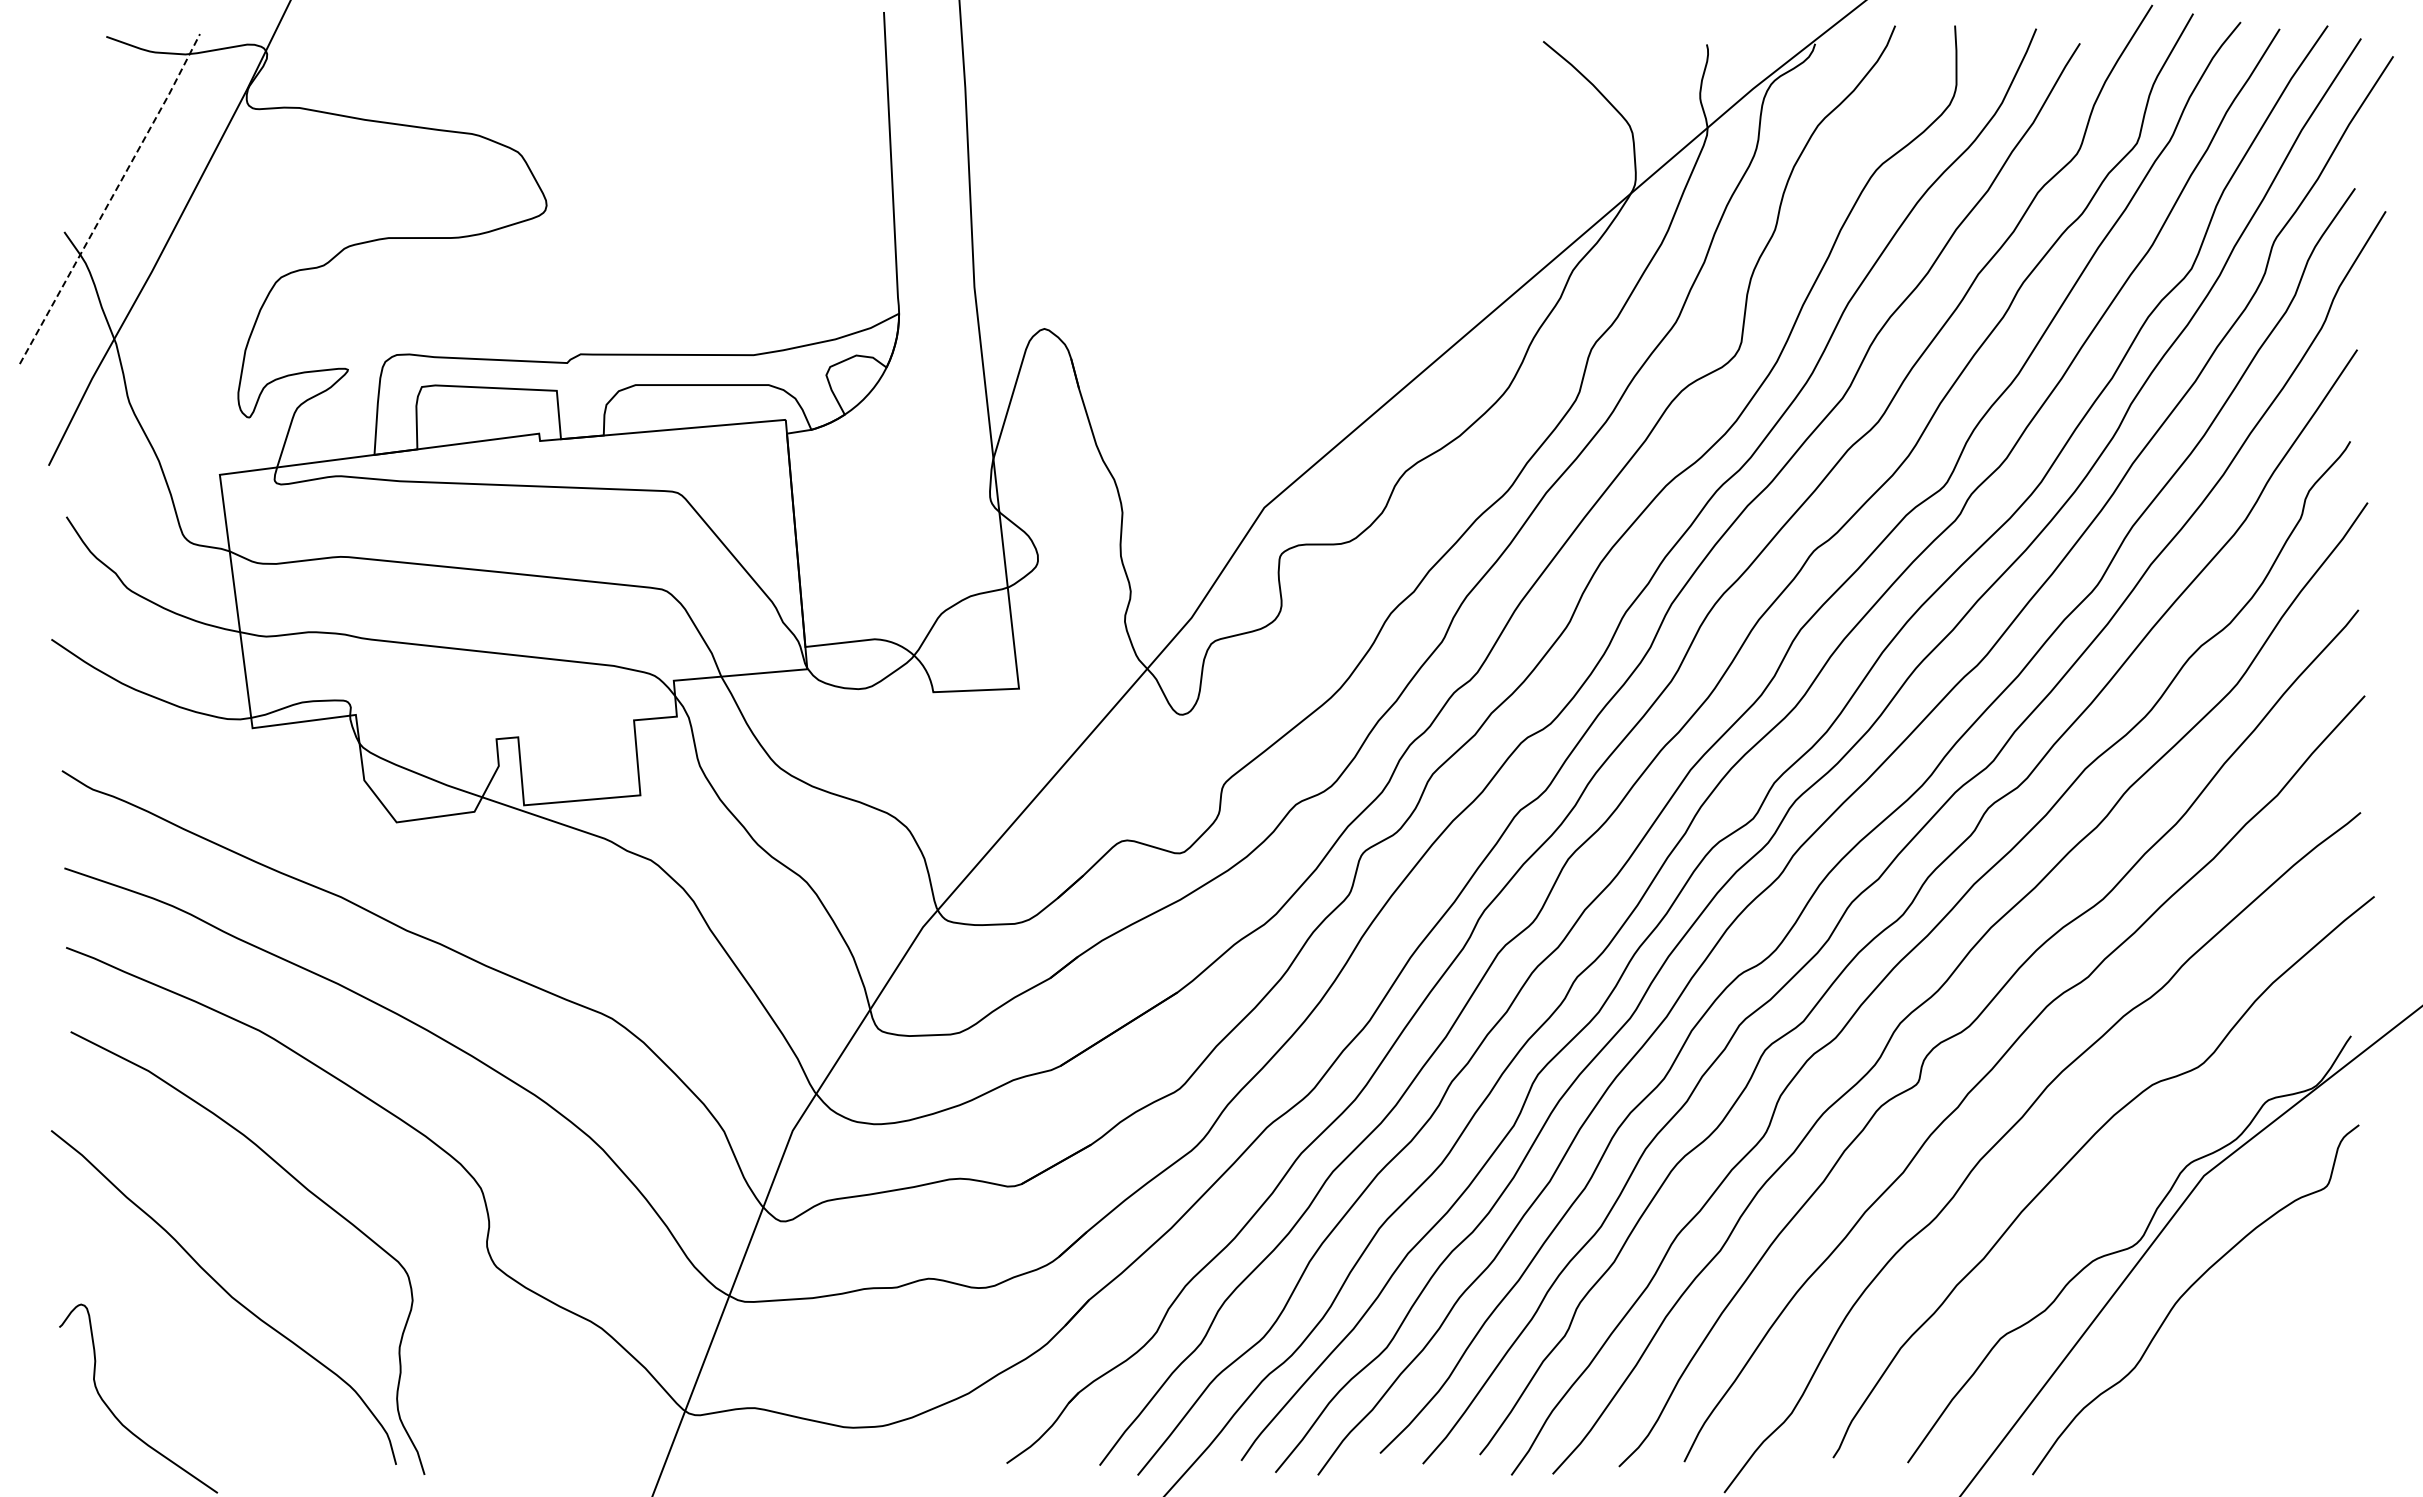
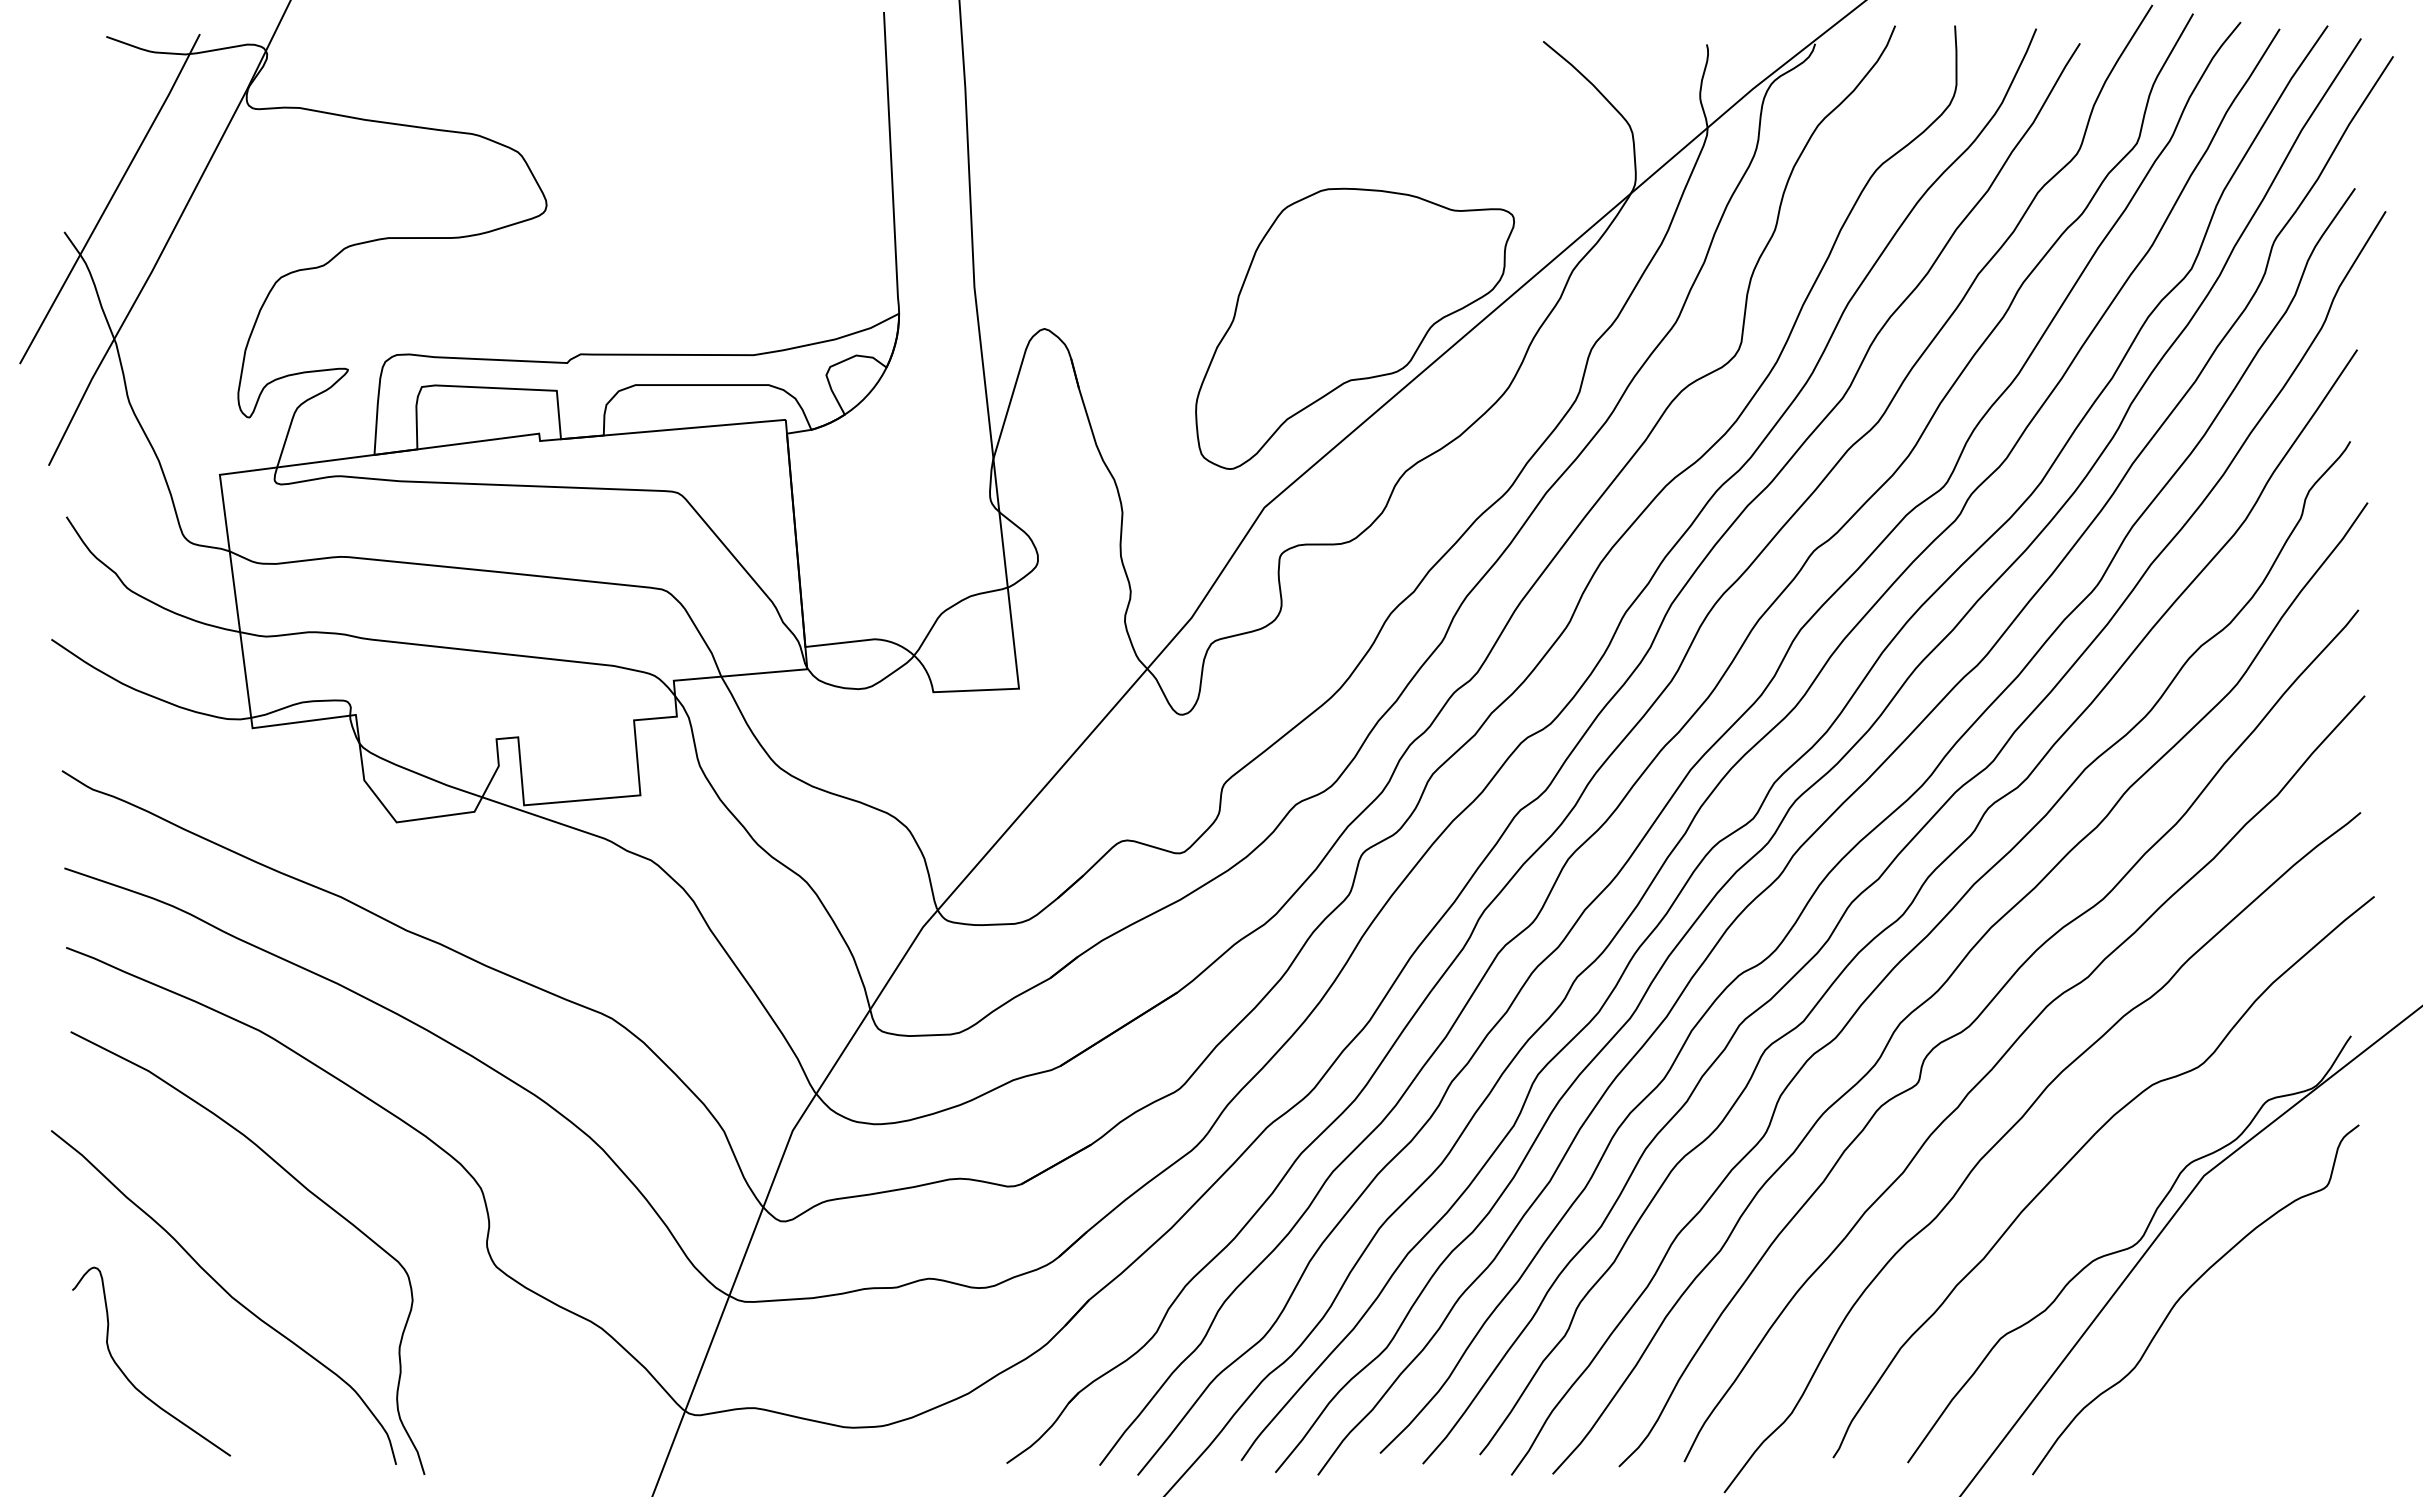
line at (111, 198): dashed -> solid
part at (1354, 328): none -> present
curve at (118, 1418) position: (118, 1418) -> (131, 1381)
